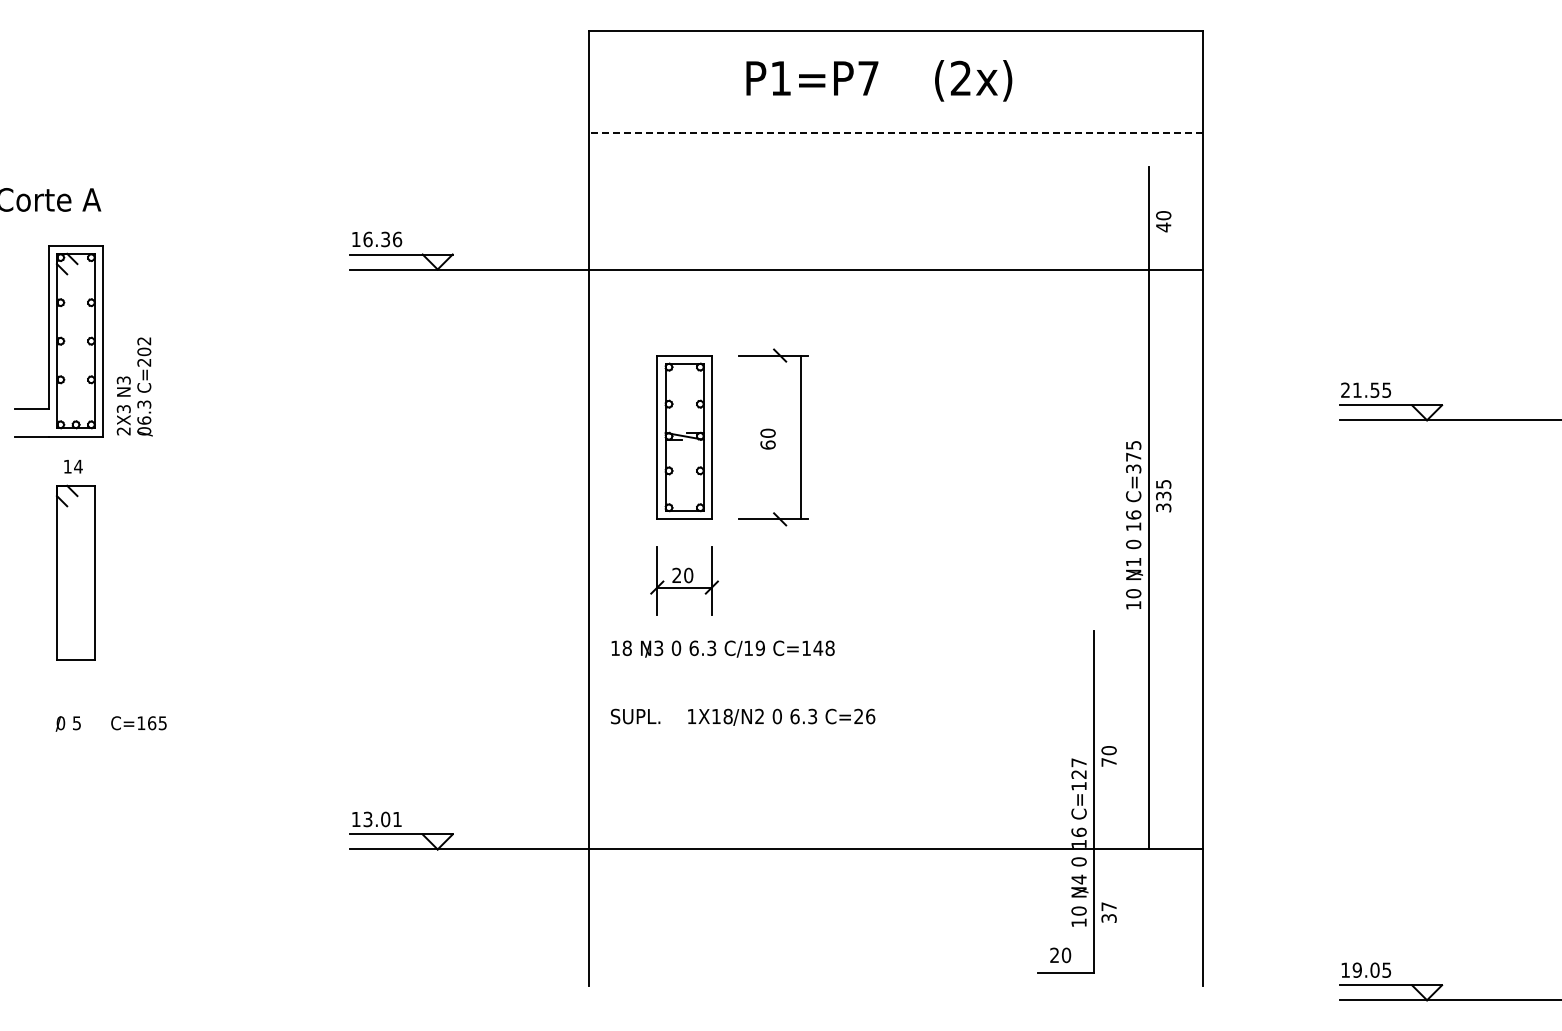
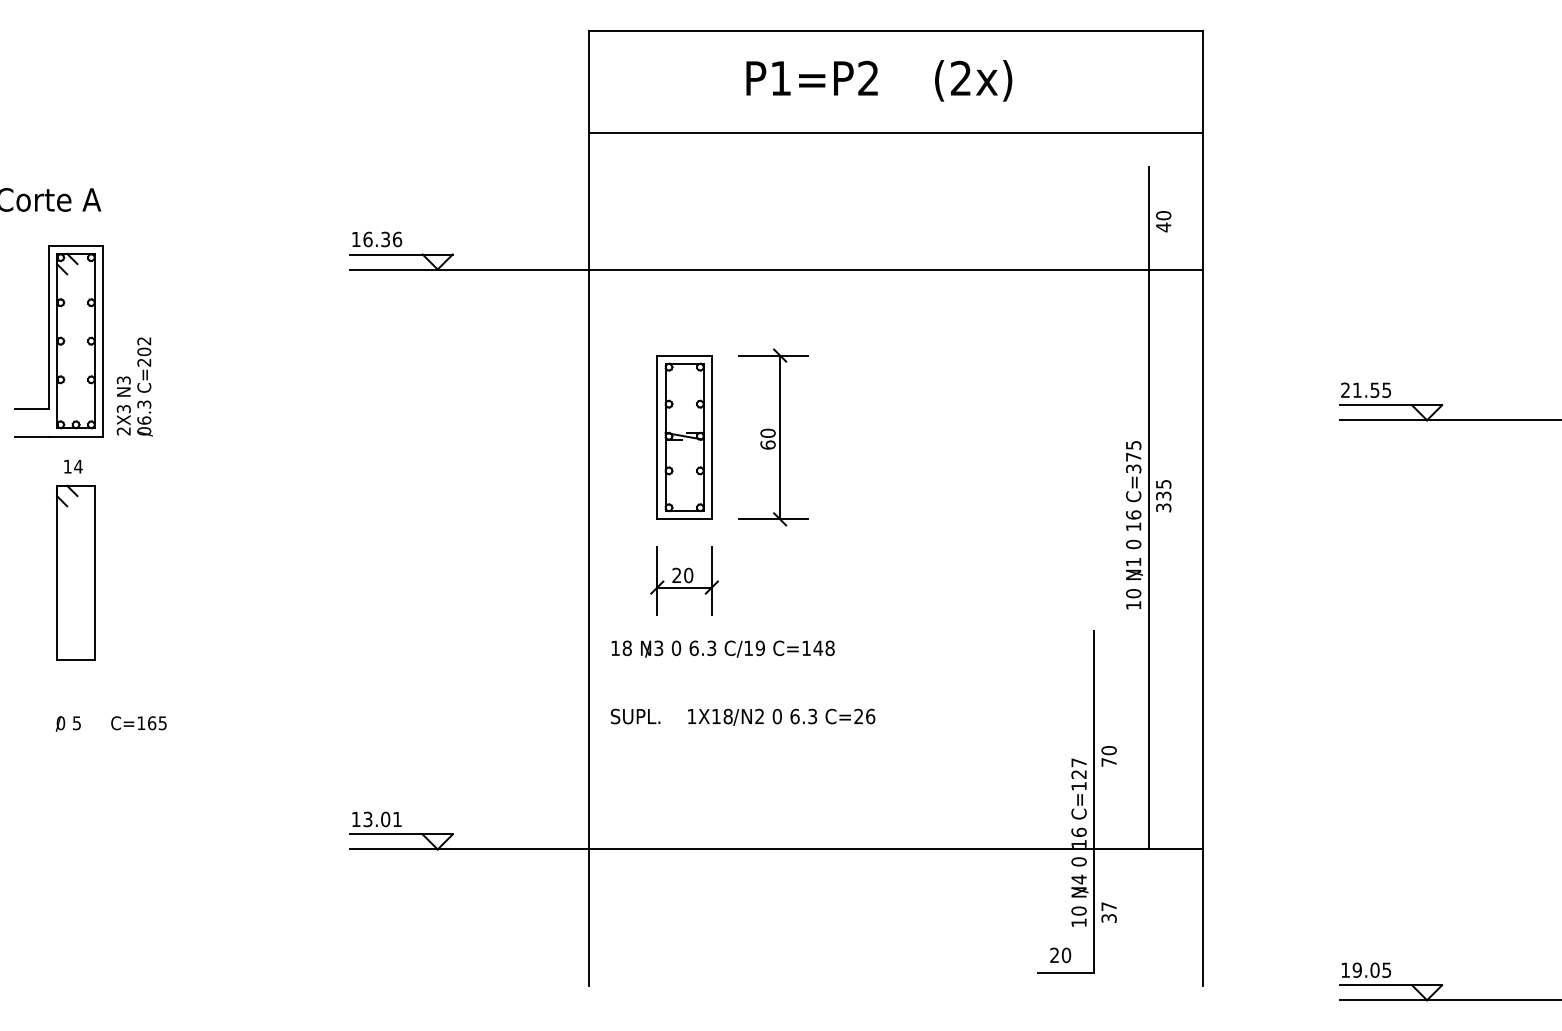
text at (868, 77): P1=P7 -> P1=P2
line at (895, 133): dashed -> solid
line at (801, 437) position: (801, 437) -> (780, 437)
